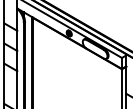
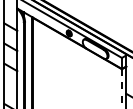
line at (121, 89): solid -> dashed
